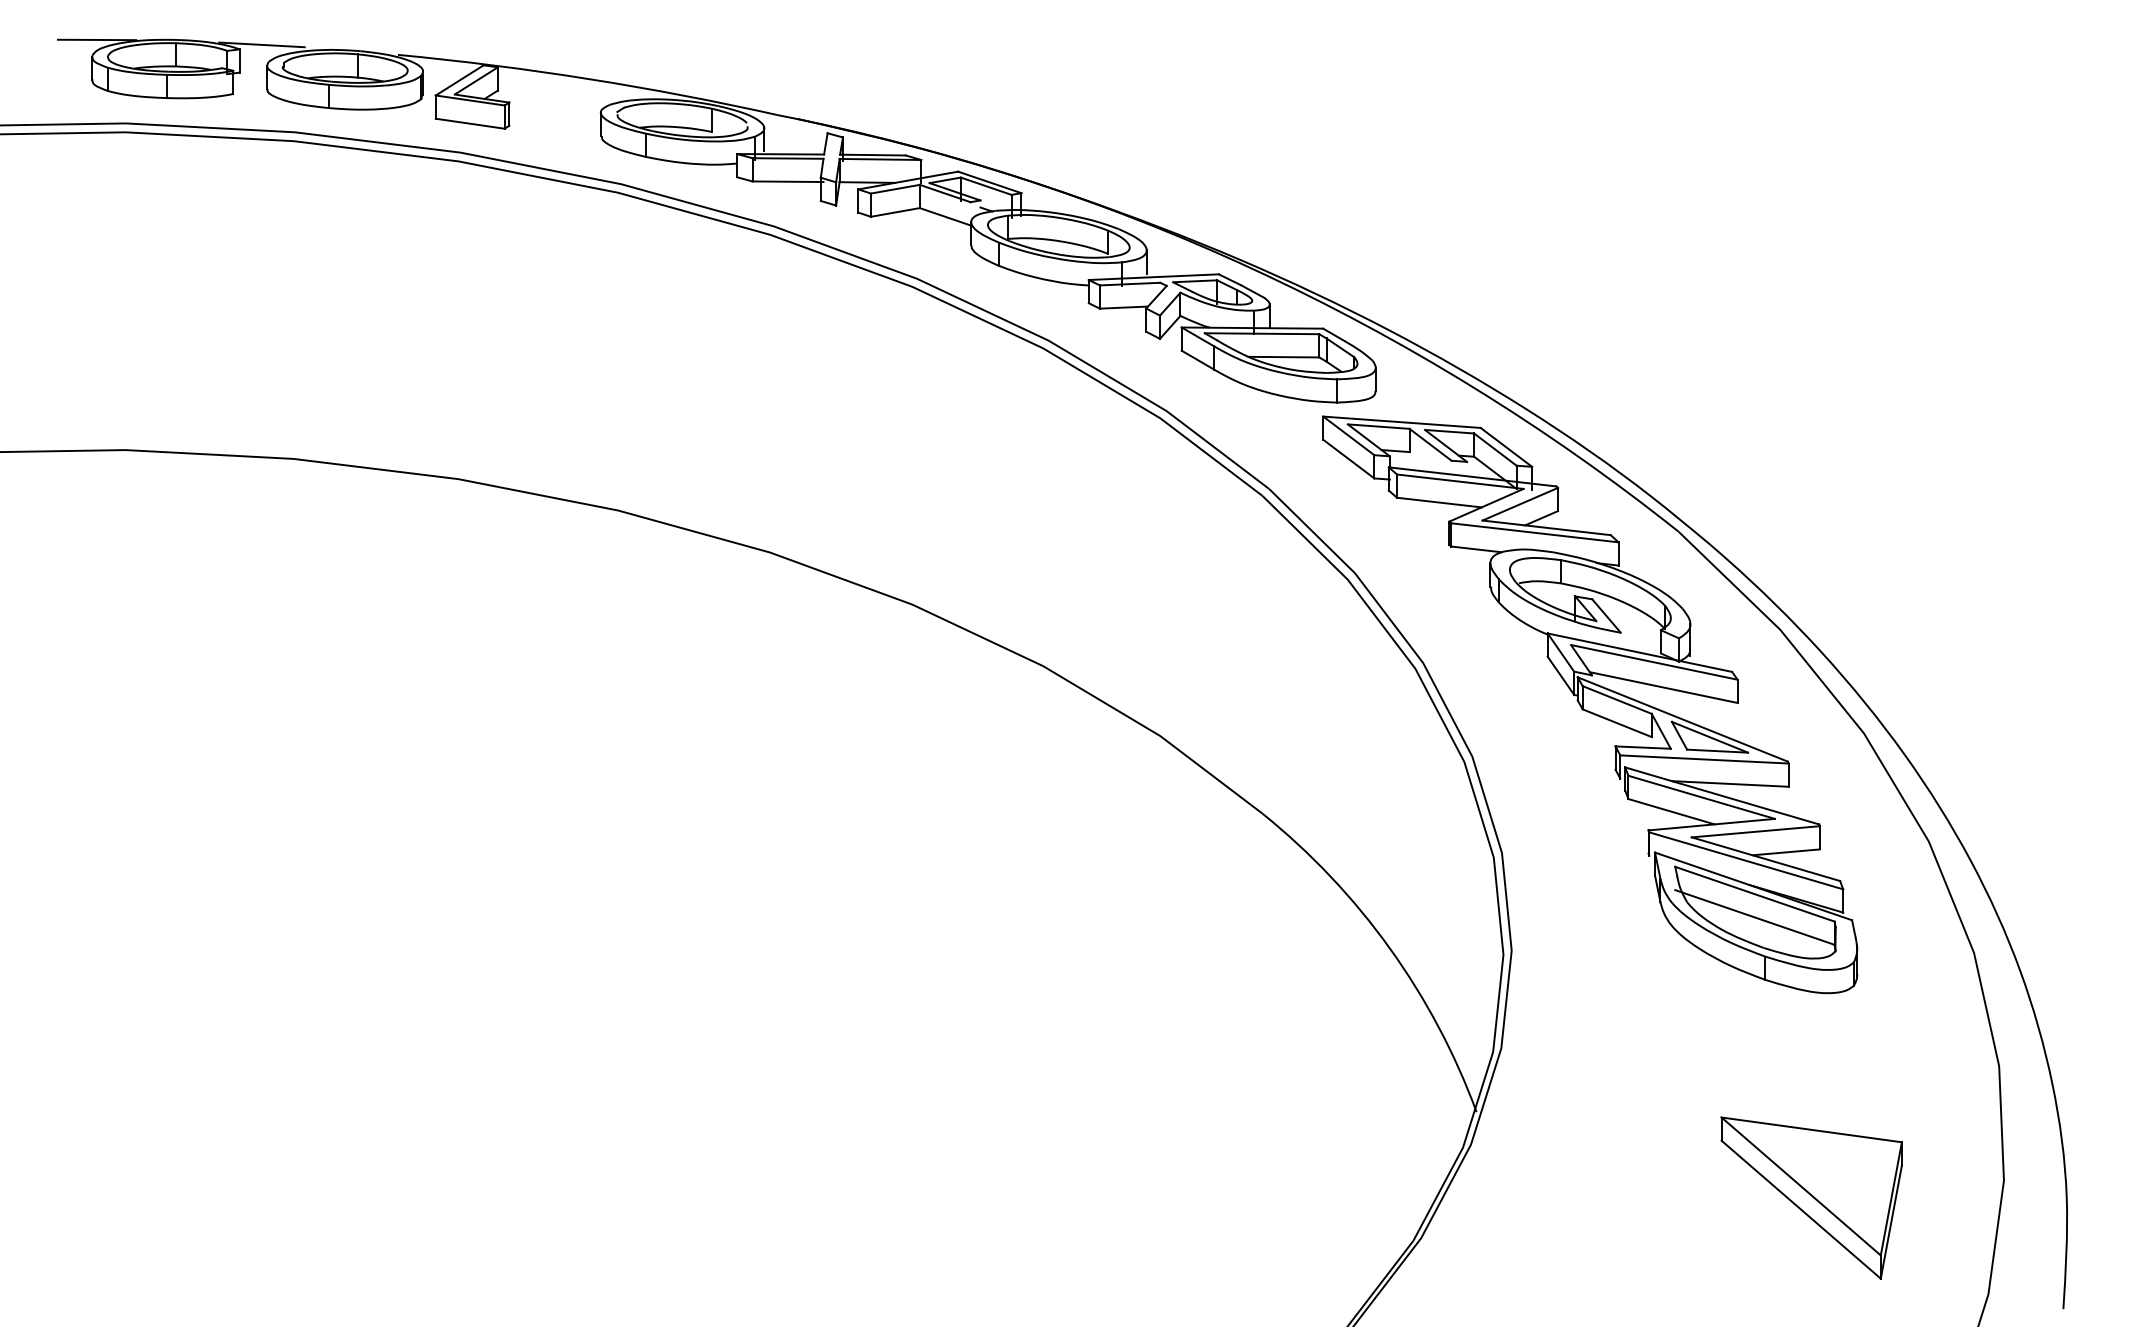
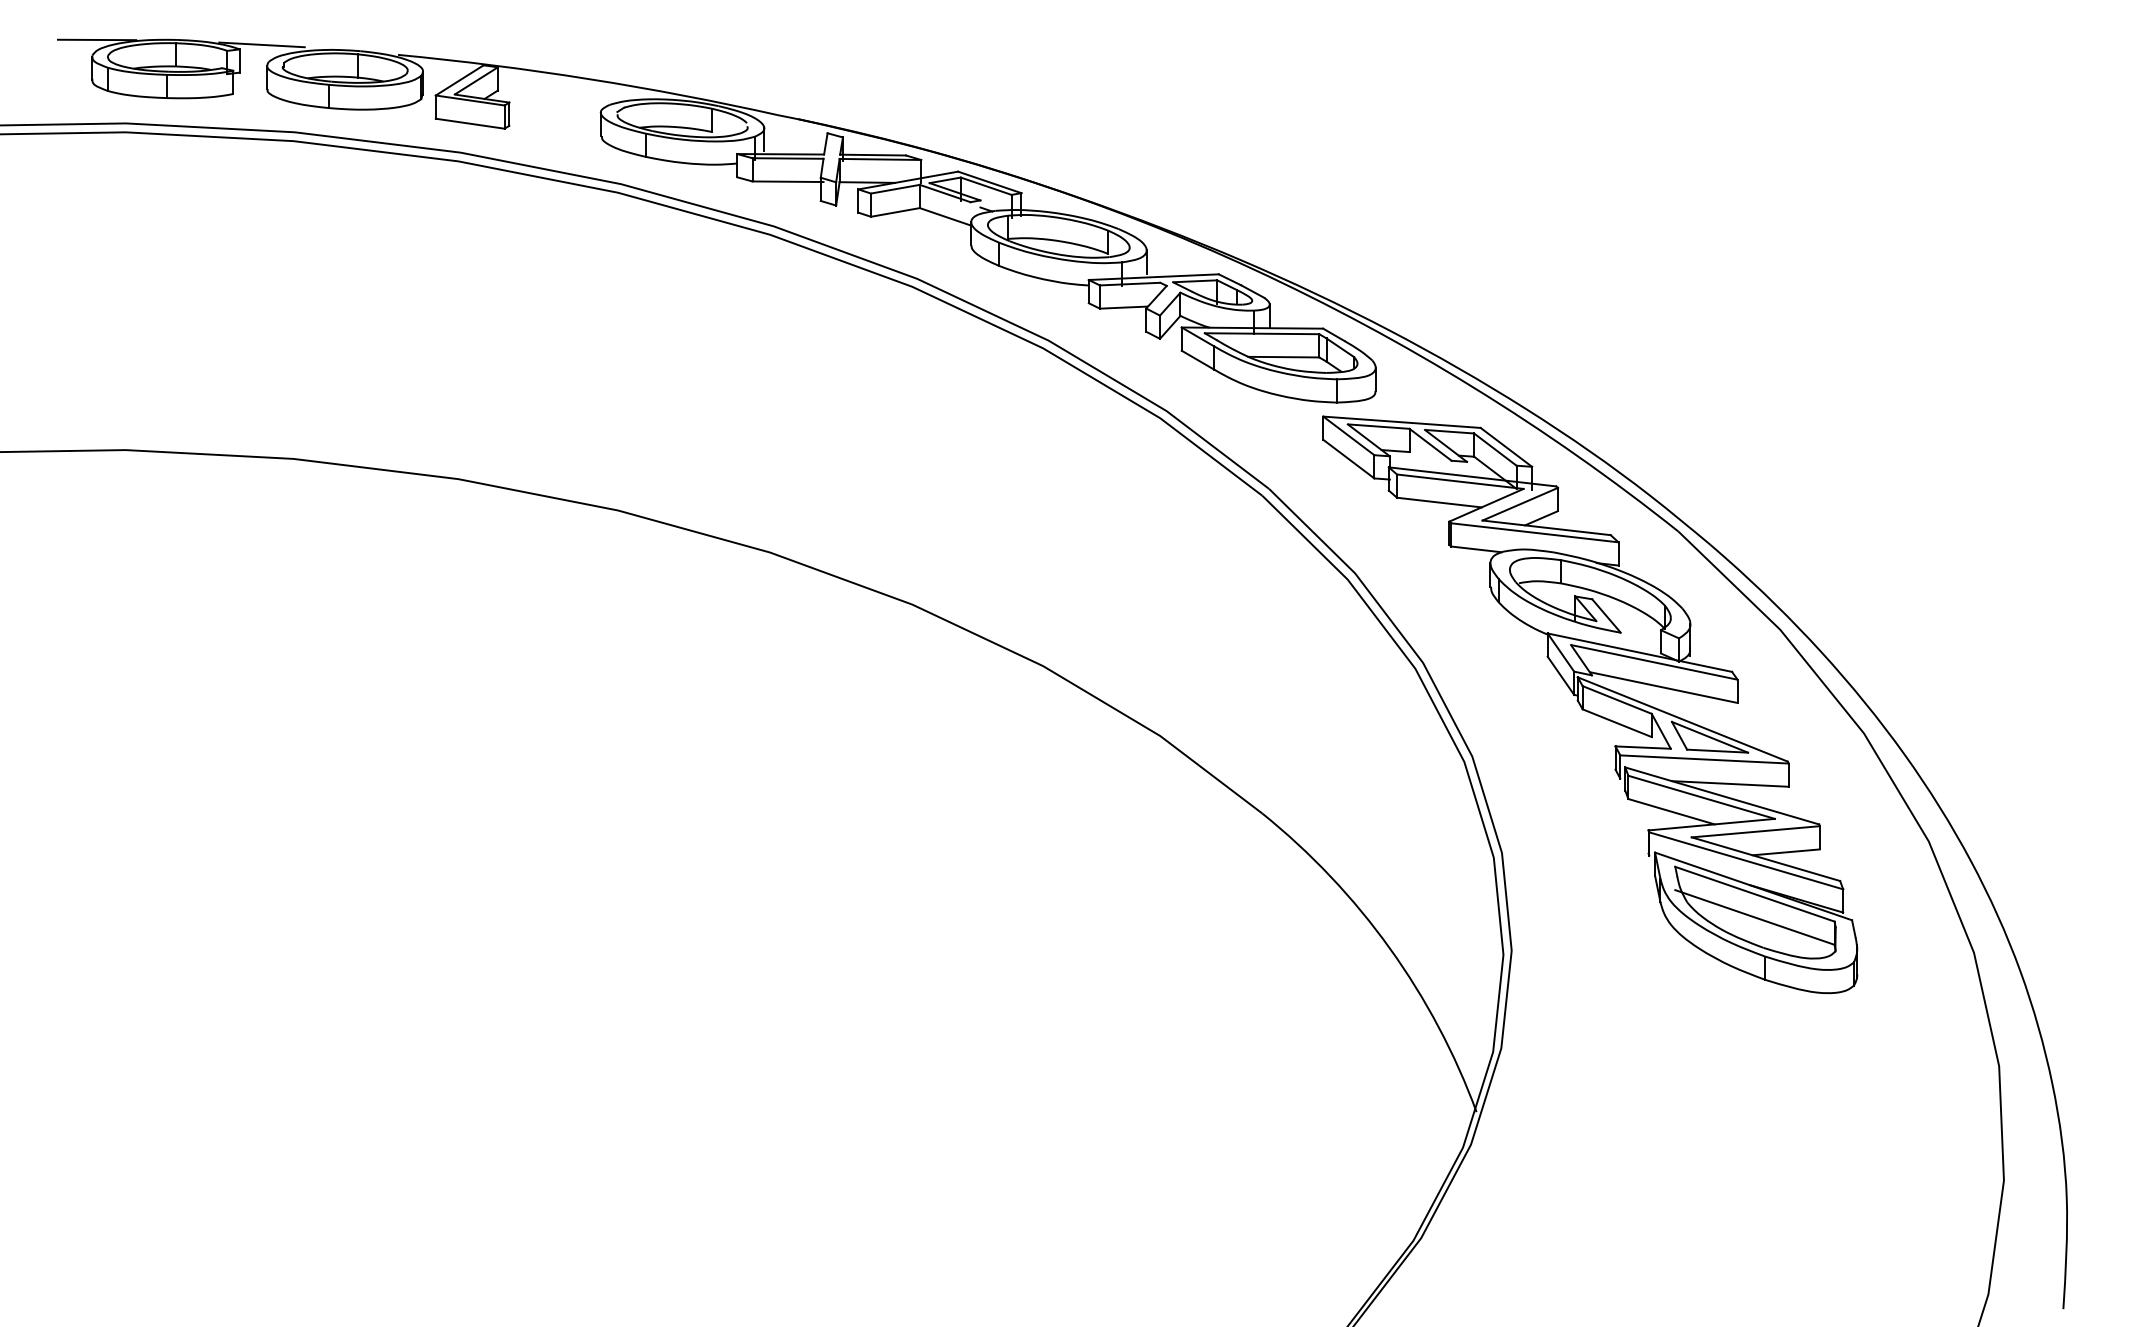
part at (1811, 1197): present -> none
